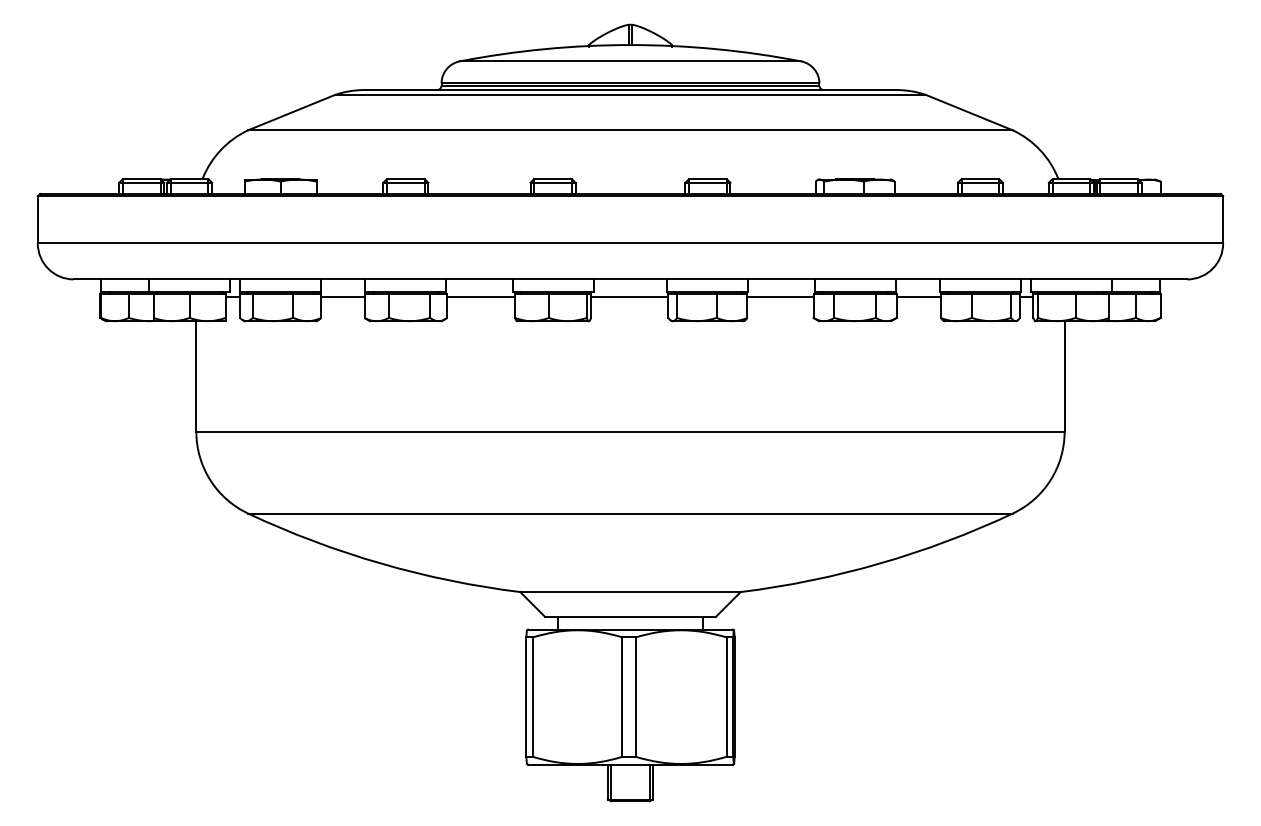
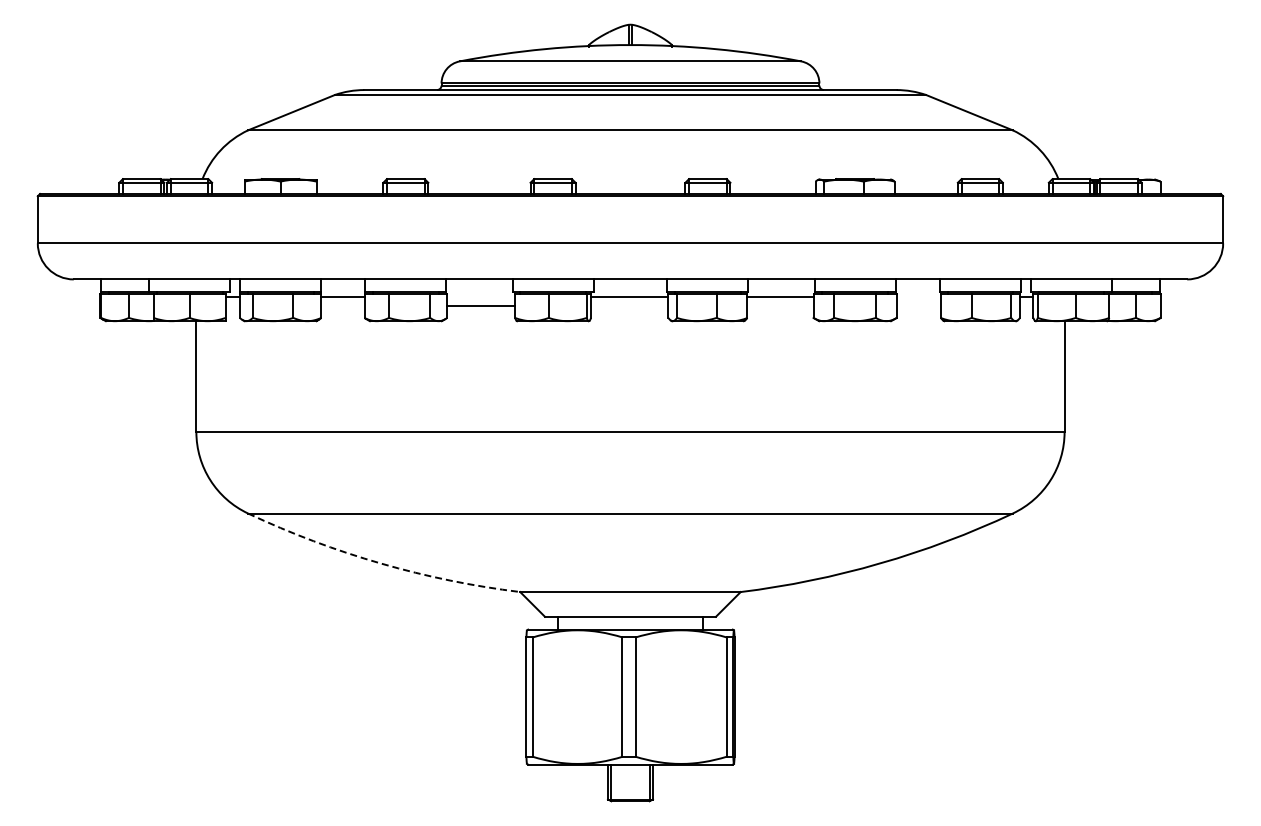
line at (481, 297) position: (481, 297) -> (481, 306)
line at (918, 297): present -> none
arc at (381, 563): solid -> dashed
